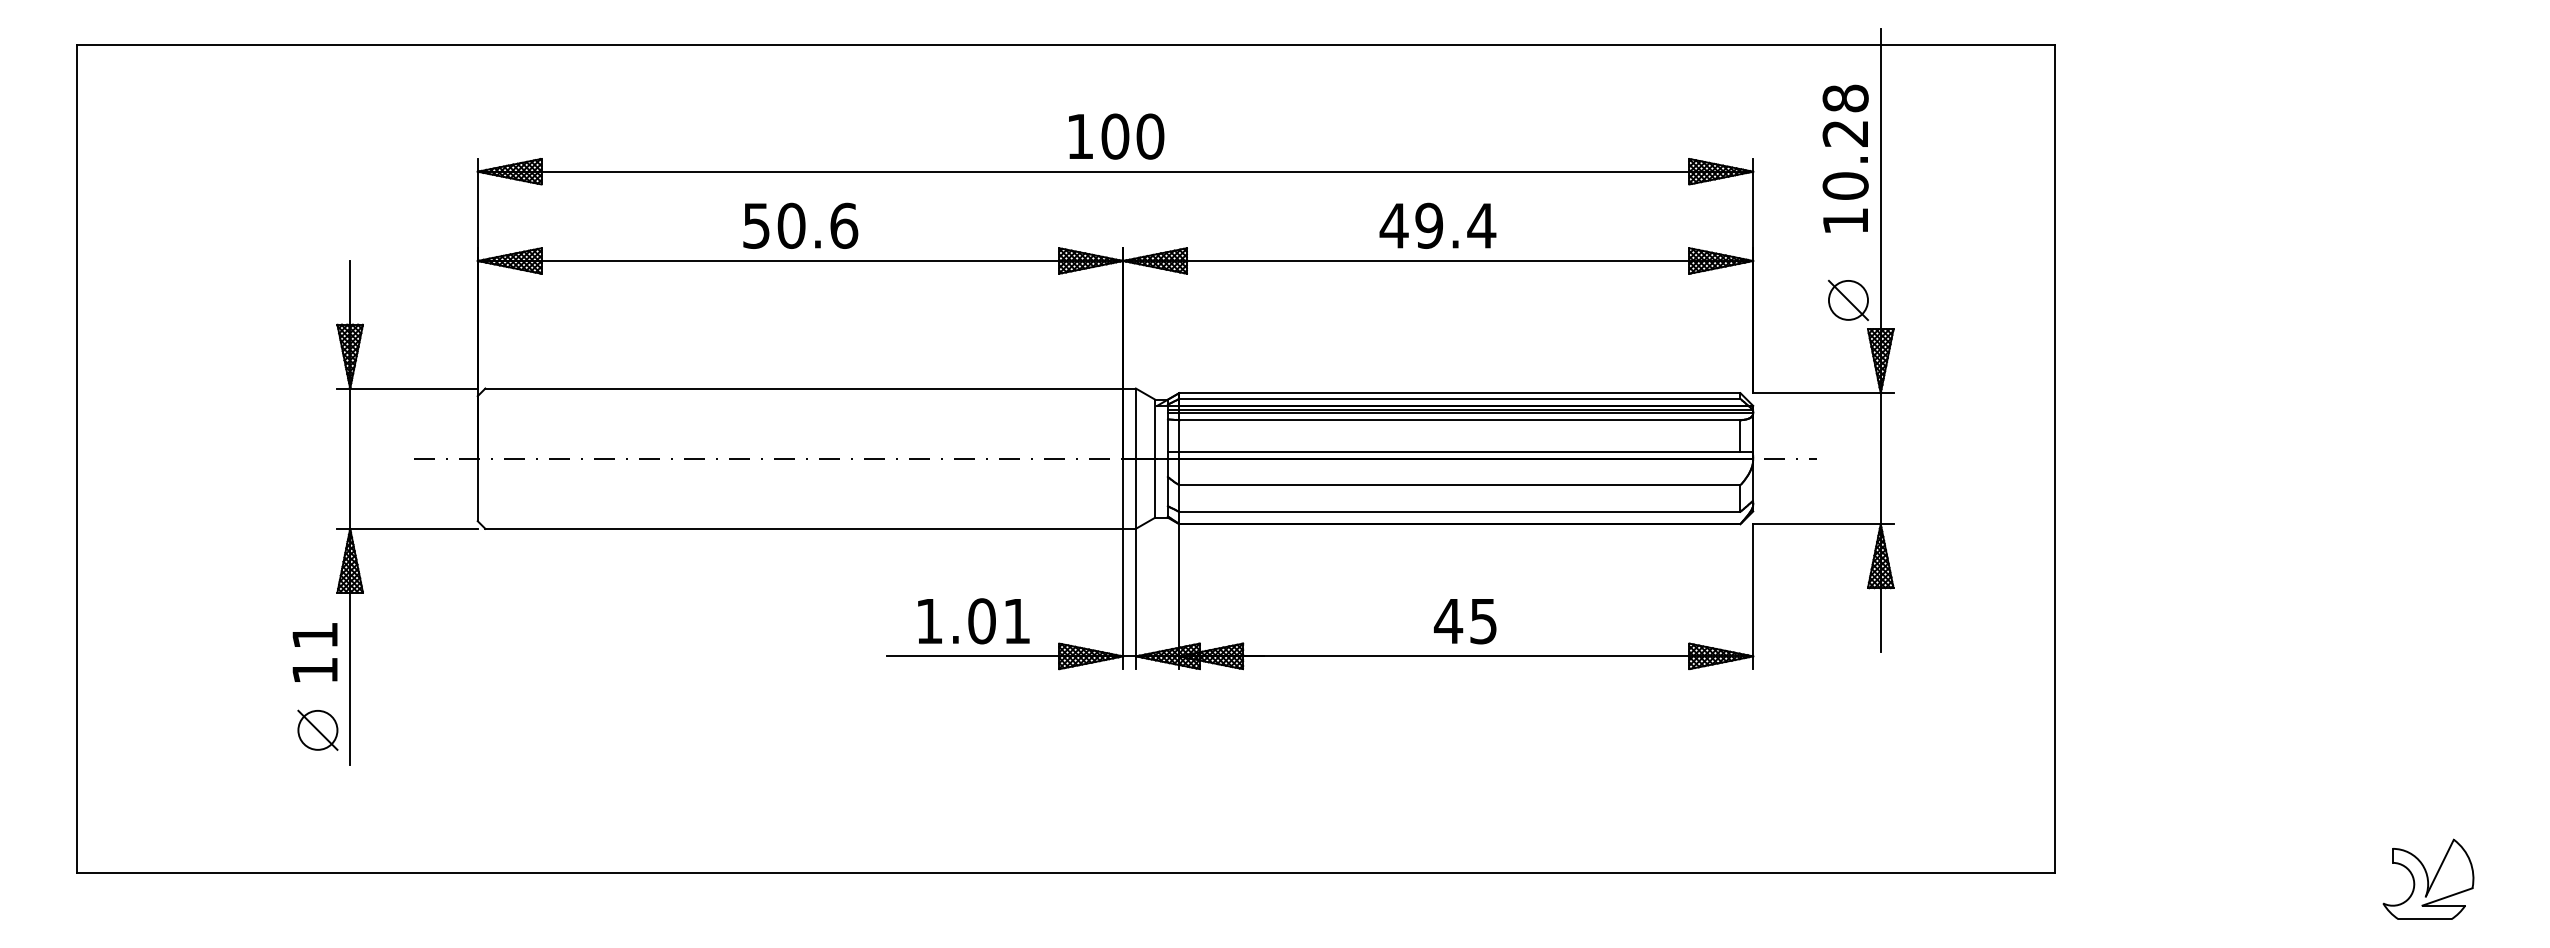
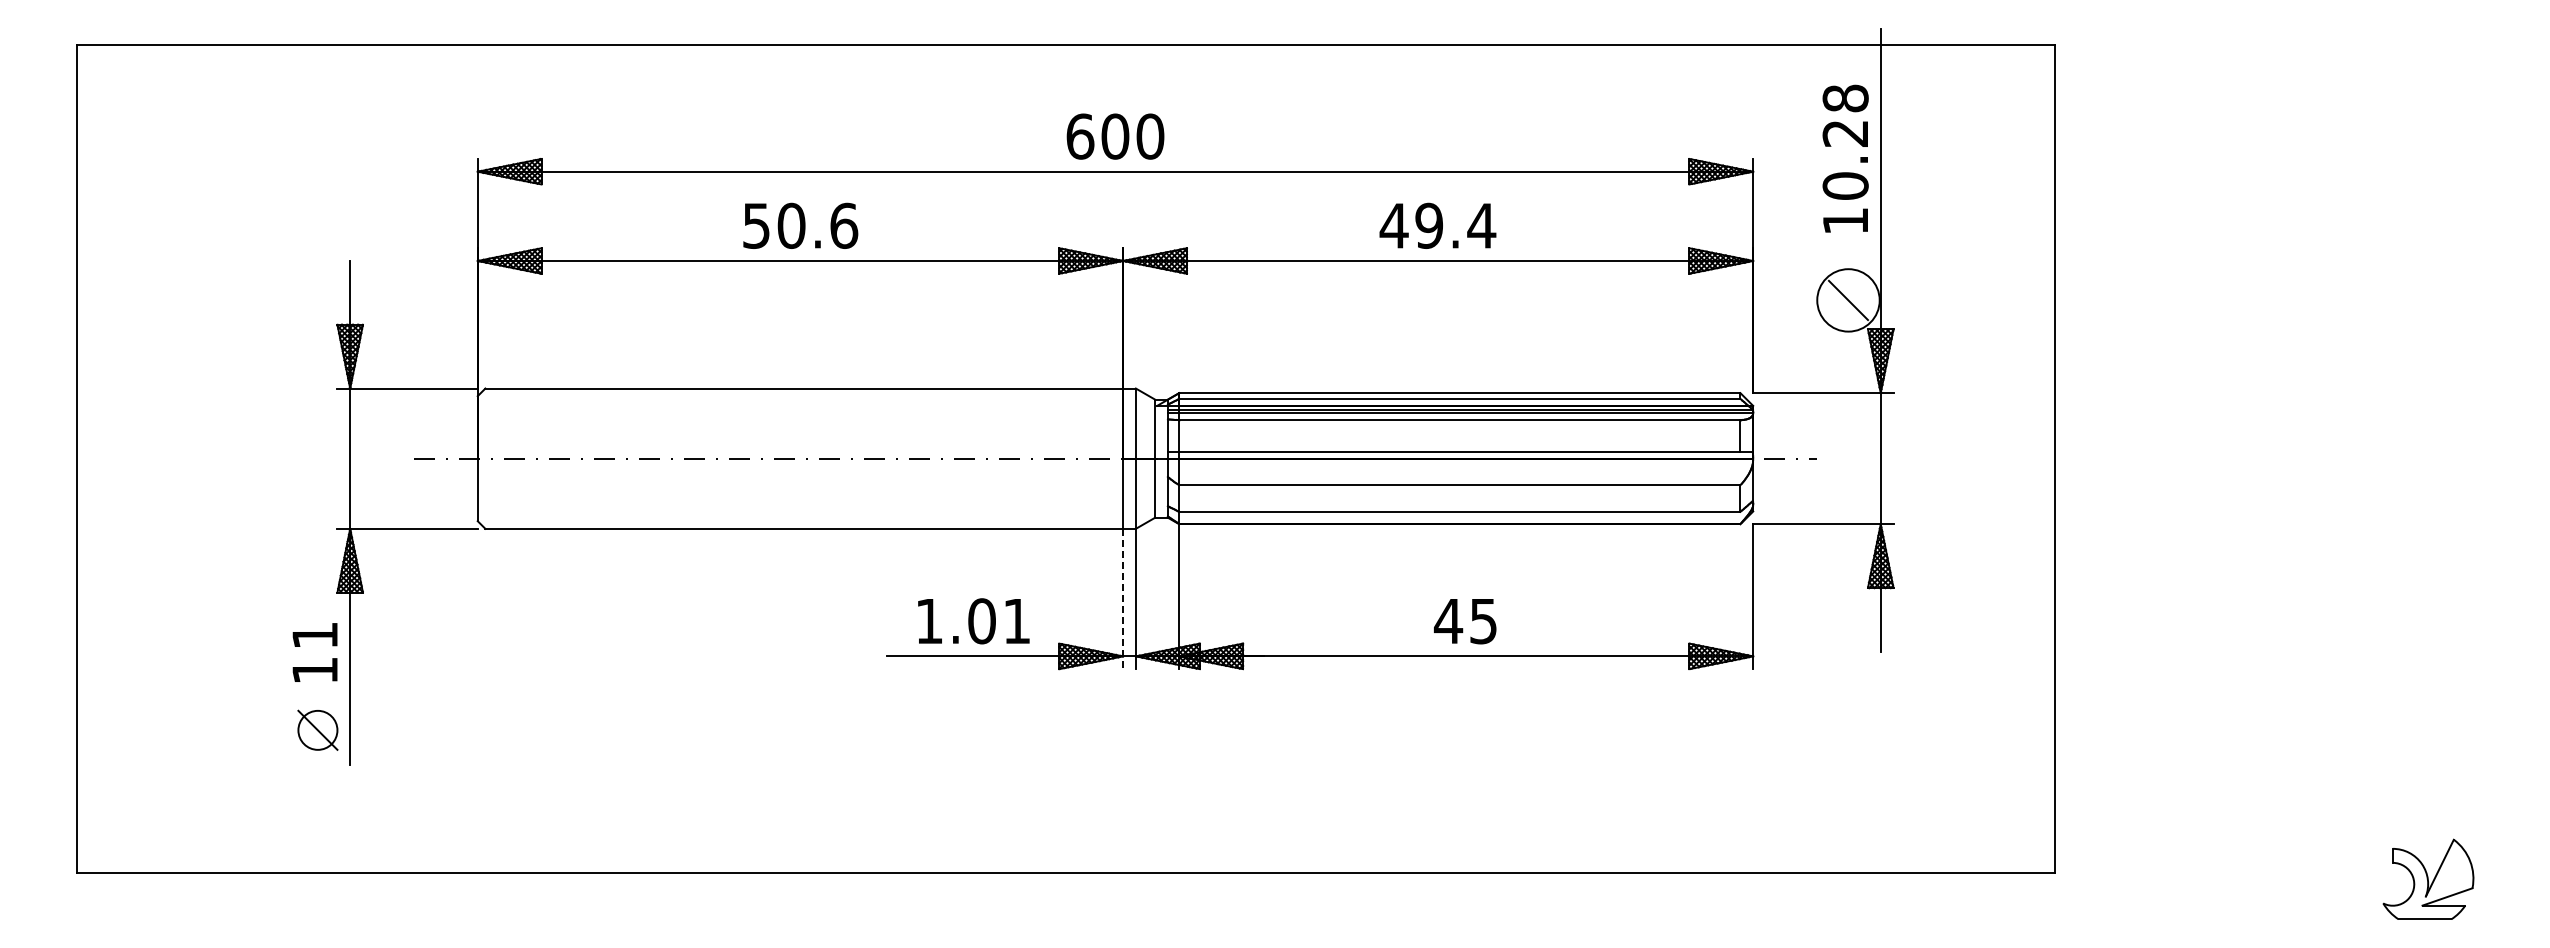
text at (1080, 136): 100 -> 600
circle at (1848, 299) diameter: 39 px -> 62 px
line at (1123, 599): solid -> dashed
